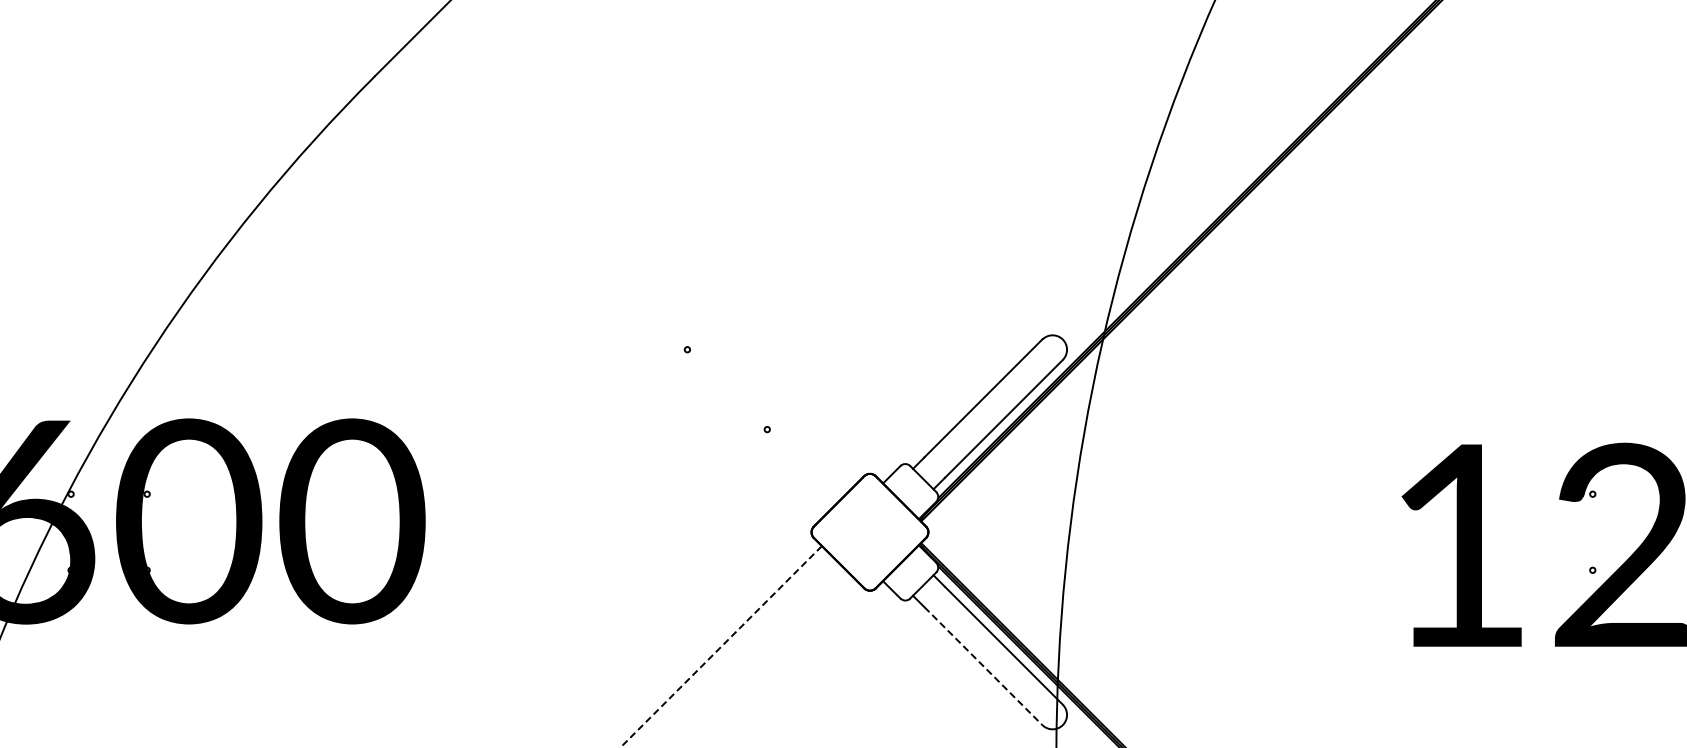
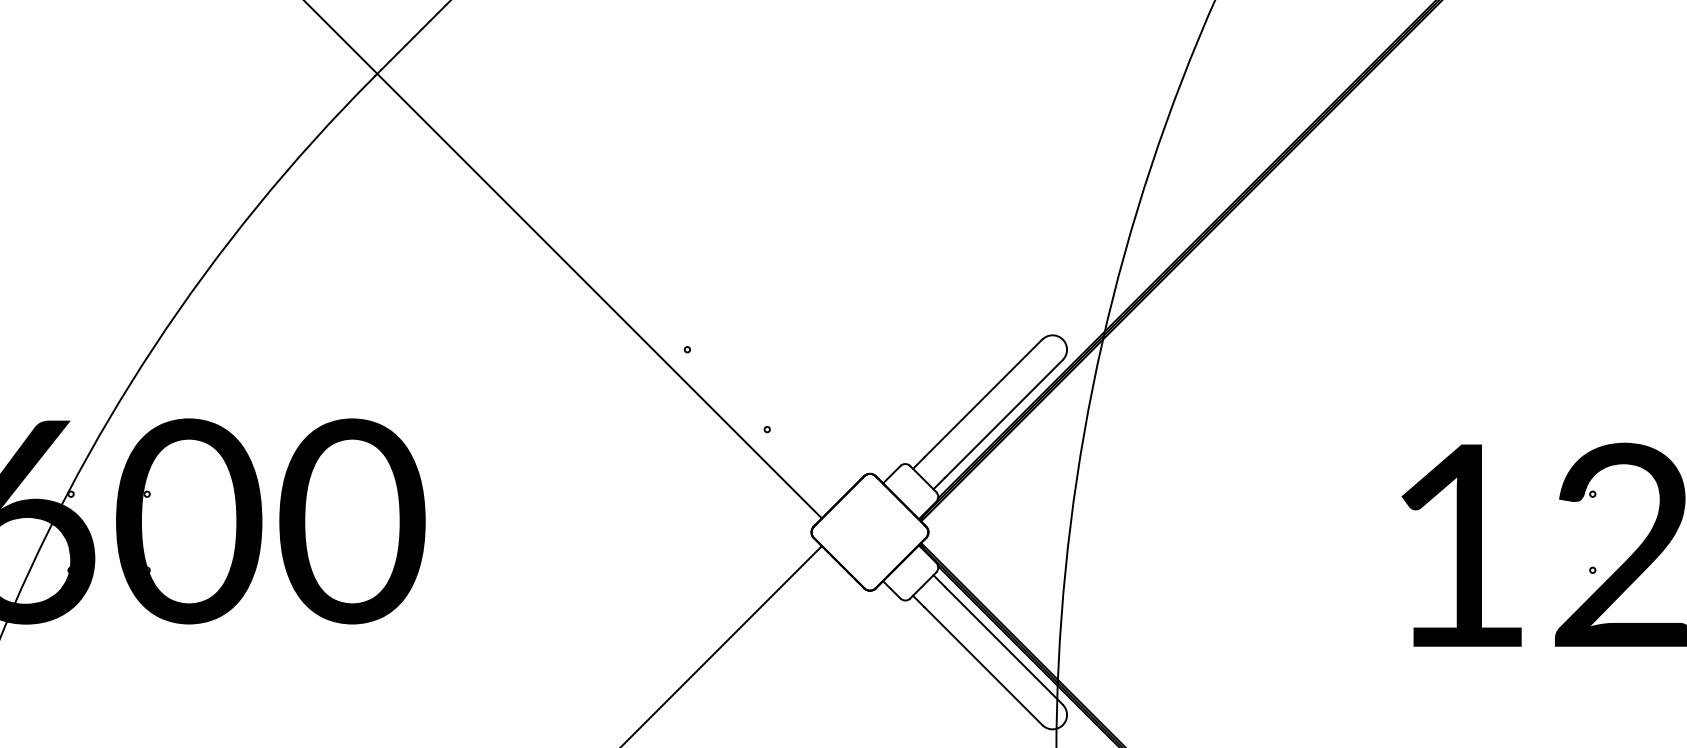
line at (563, 260): none -> present
line at (720, 647): dashed -> solid
line at (983, 666): dashed -> solid
